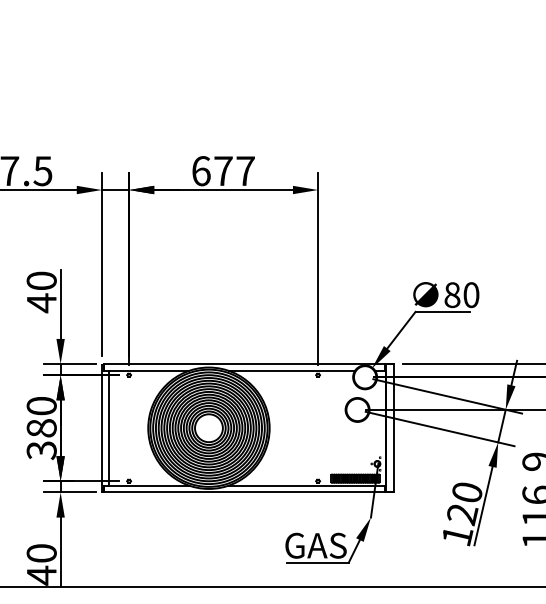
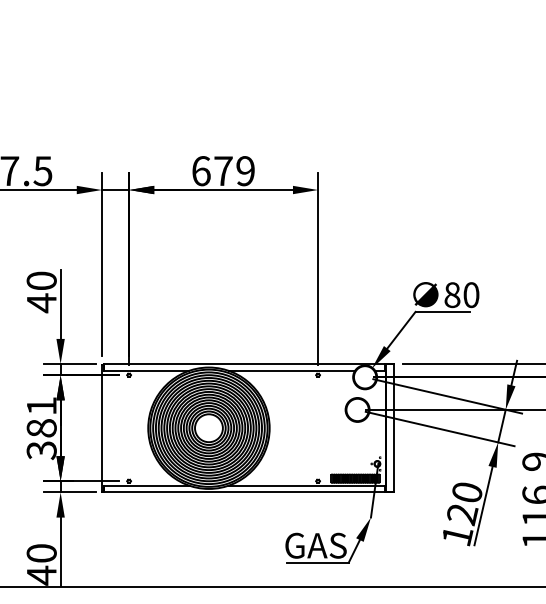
text at (245, 171): 677 -> 679
text at (41, 406): 380 -> 381
line at (108, 427): present -> none
